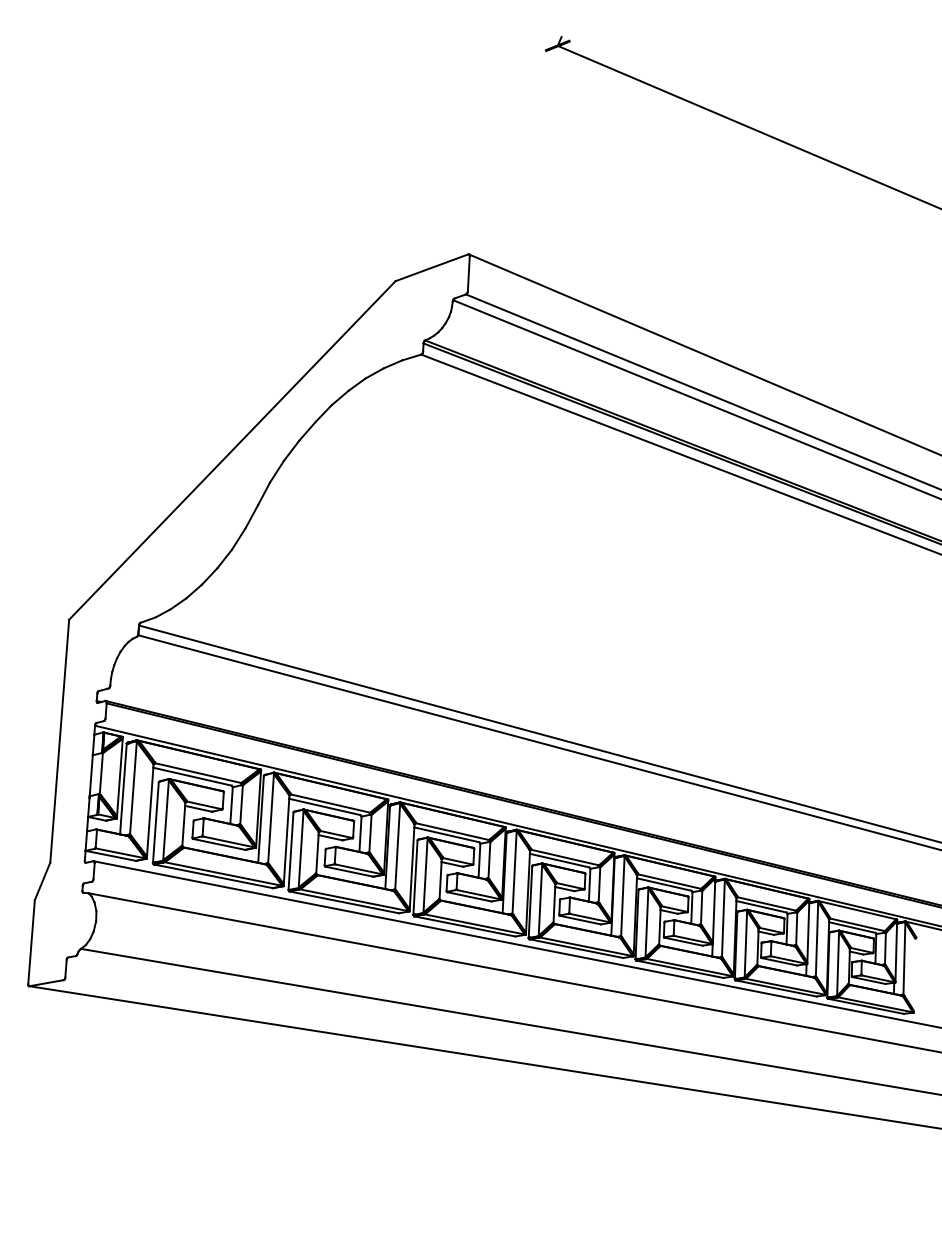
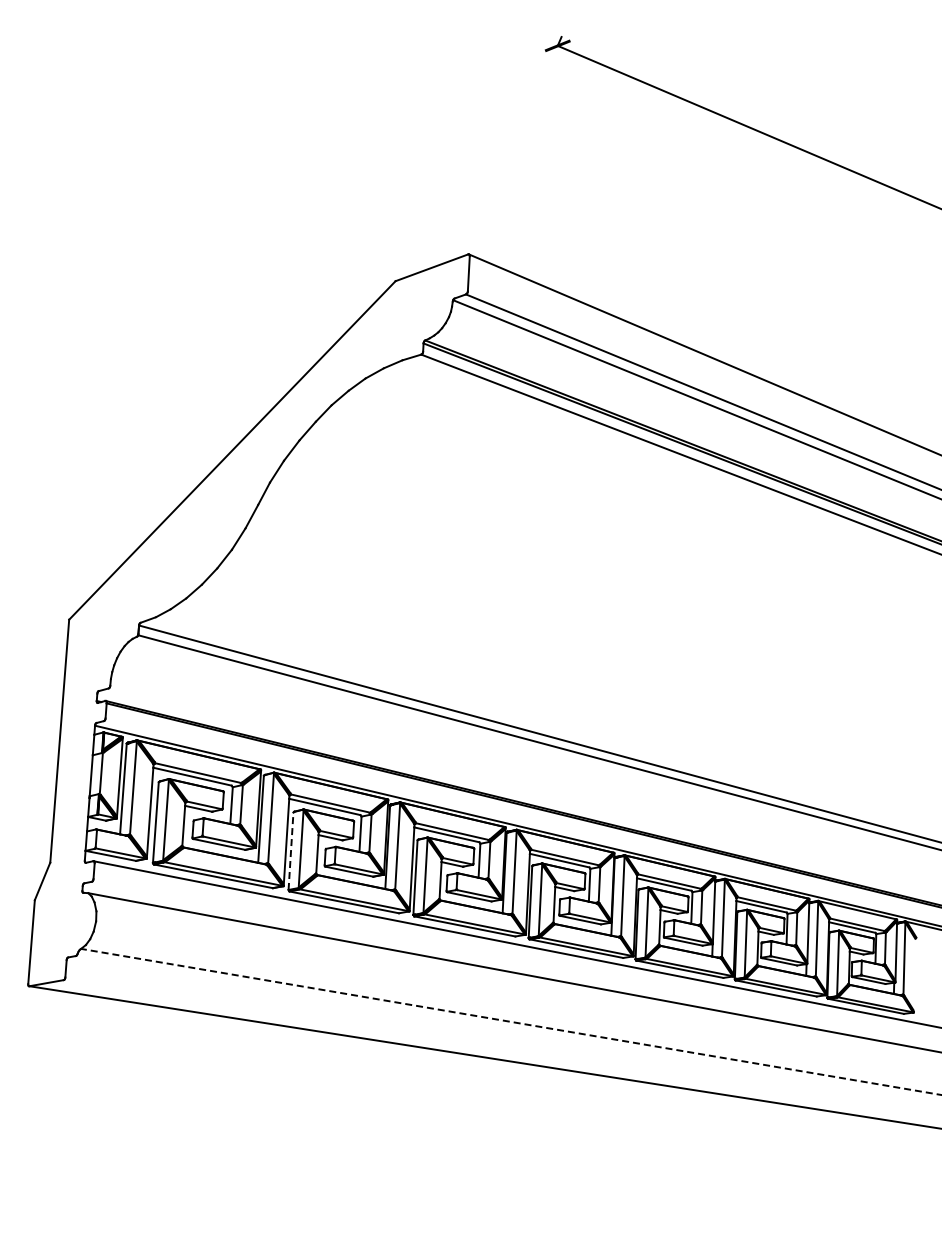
line at (291, 851): solid -> dashed
line at (510, 1021): solid -> dashed
